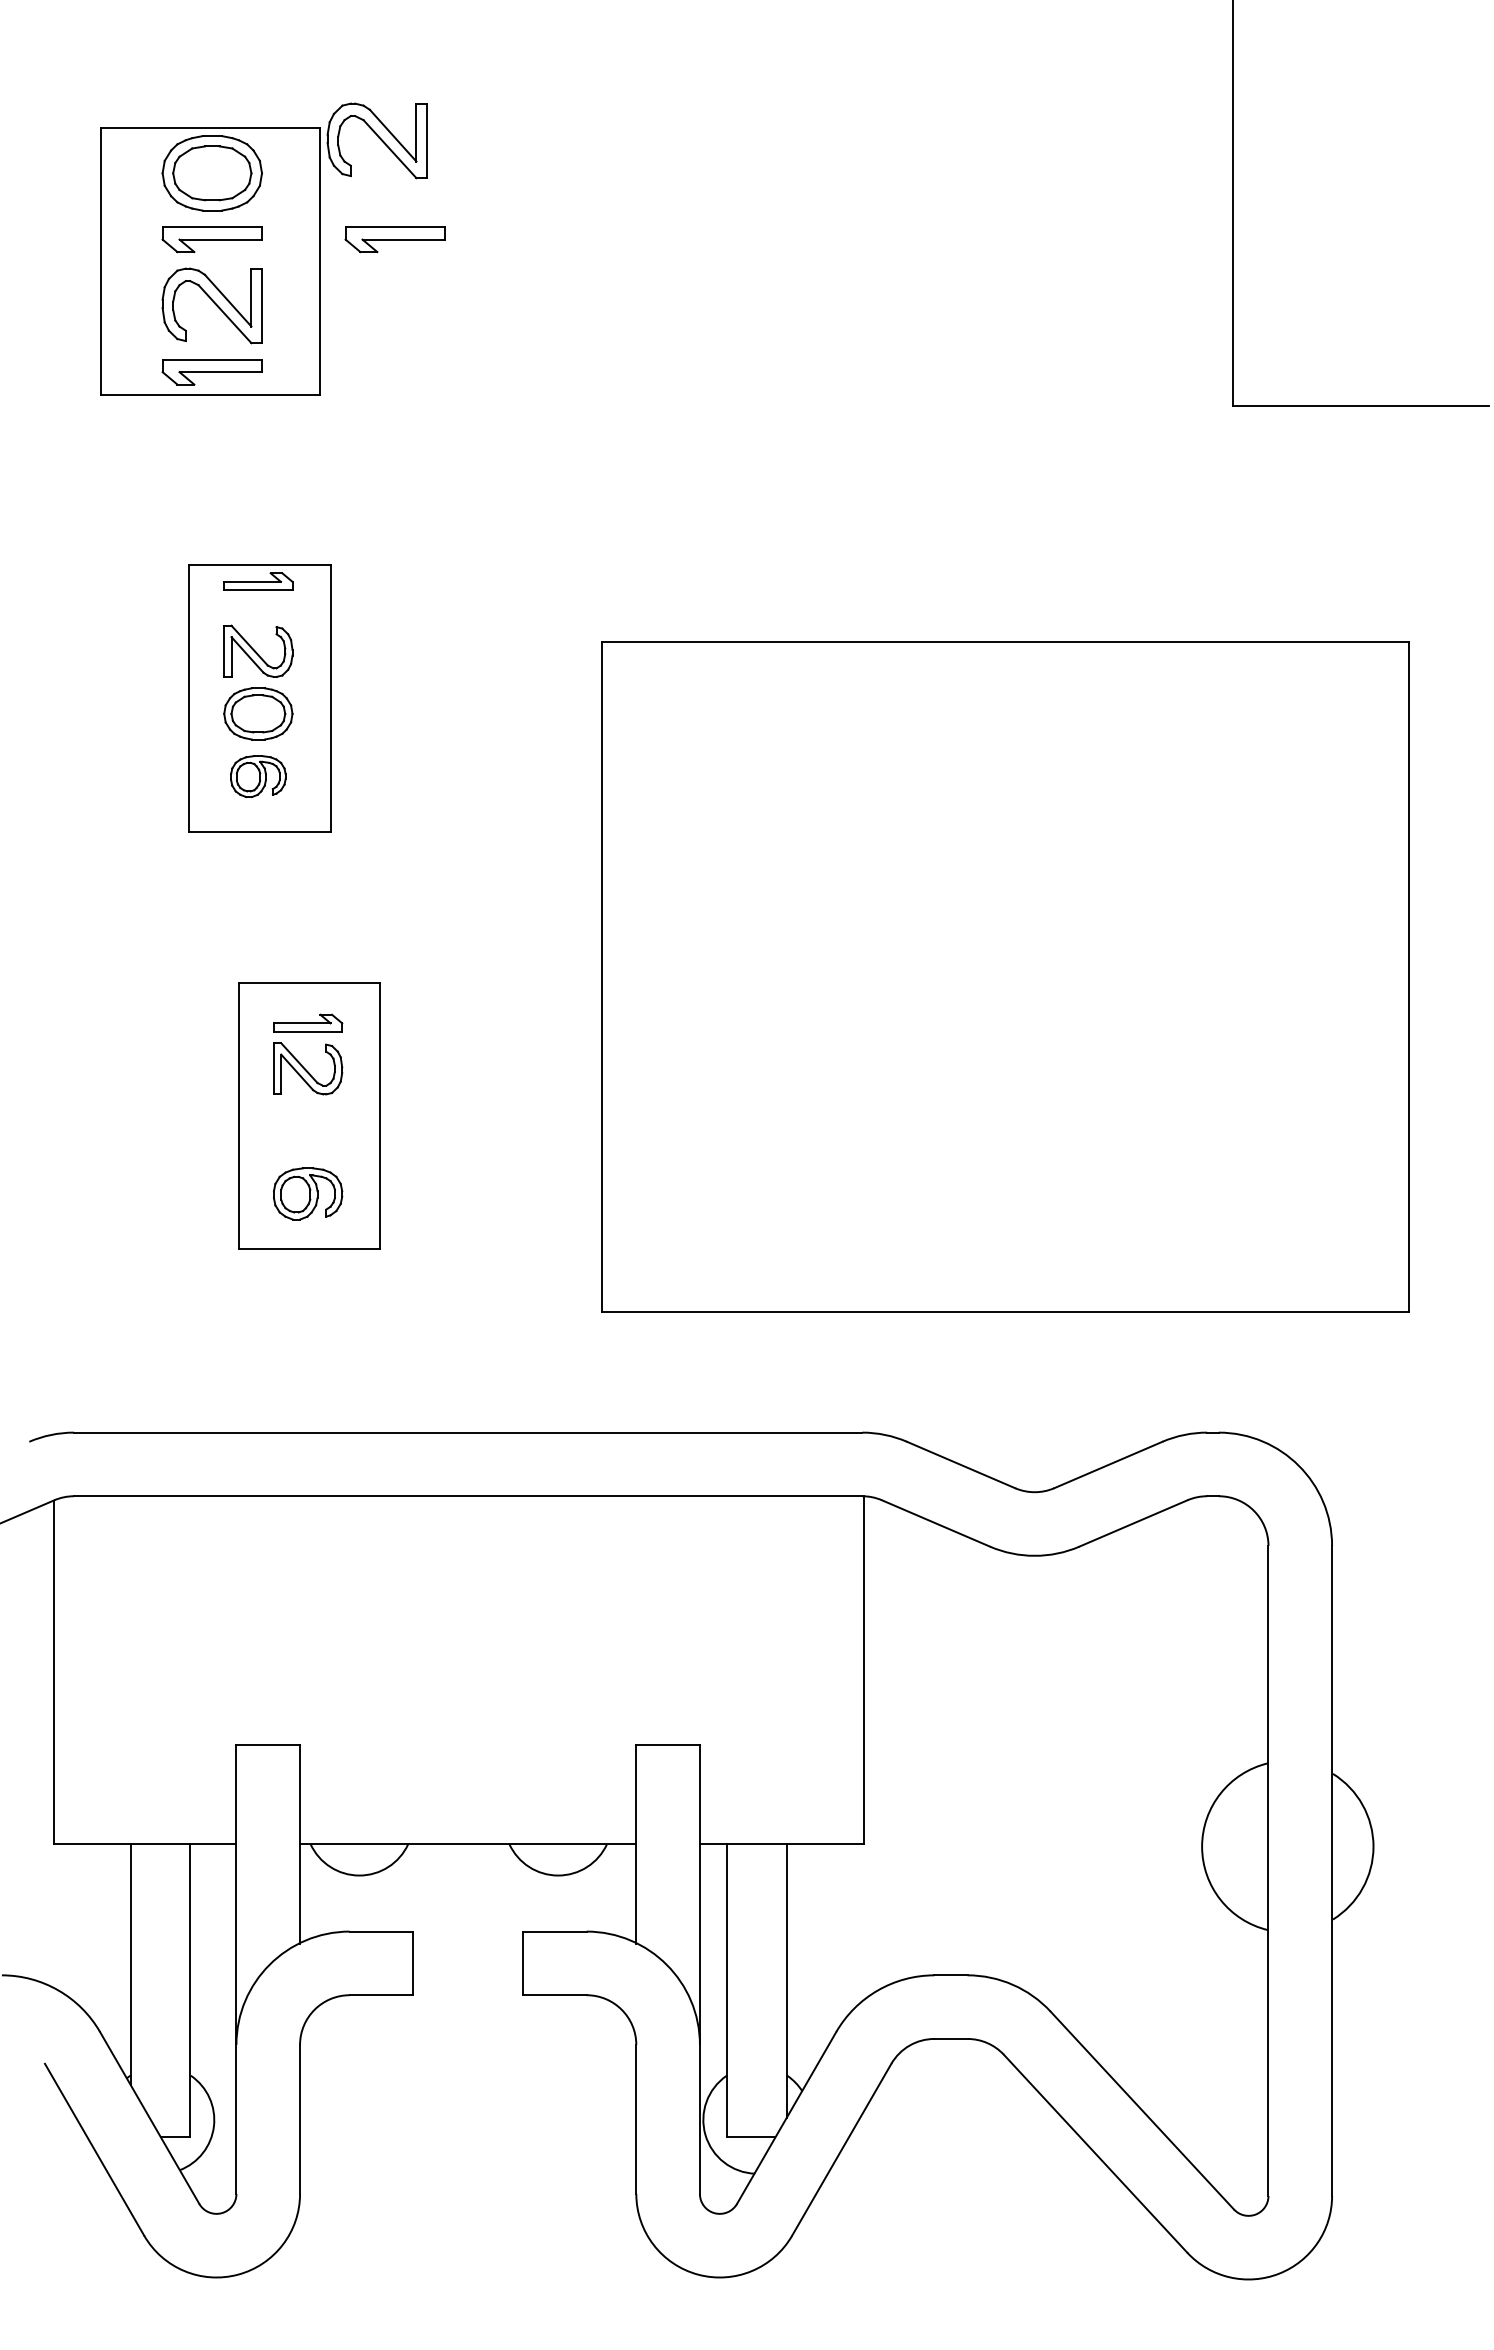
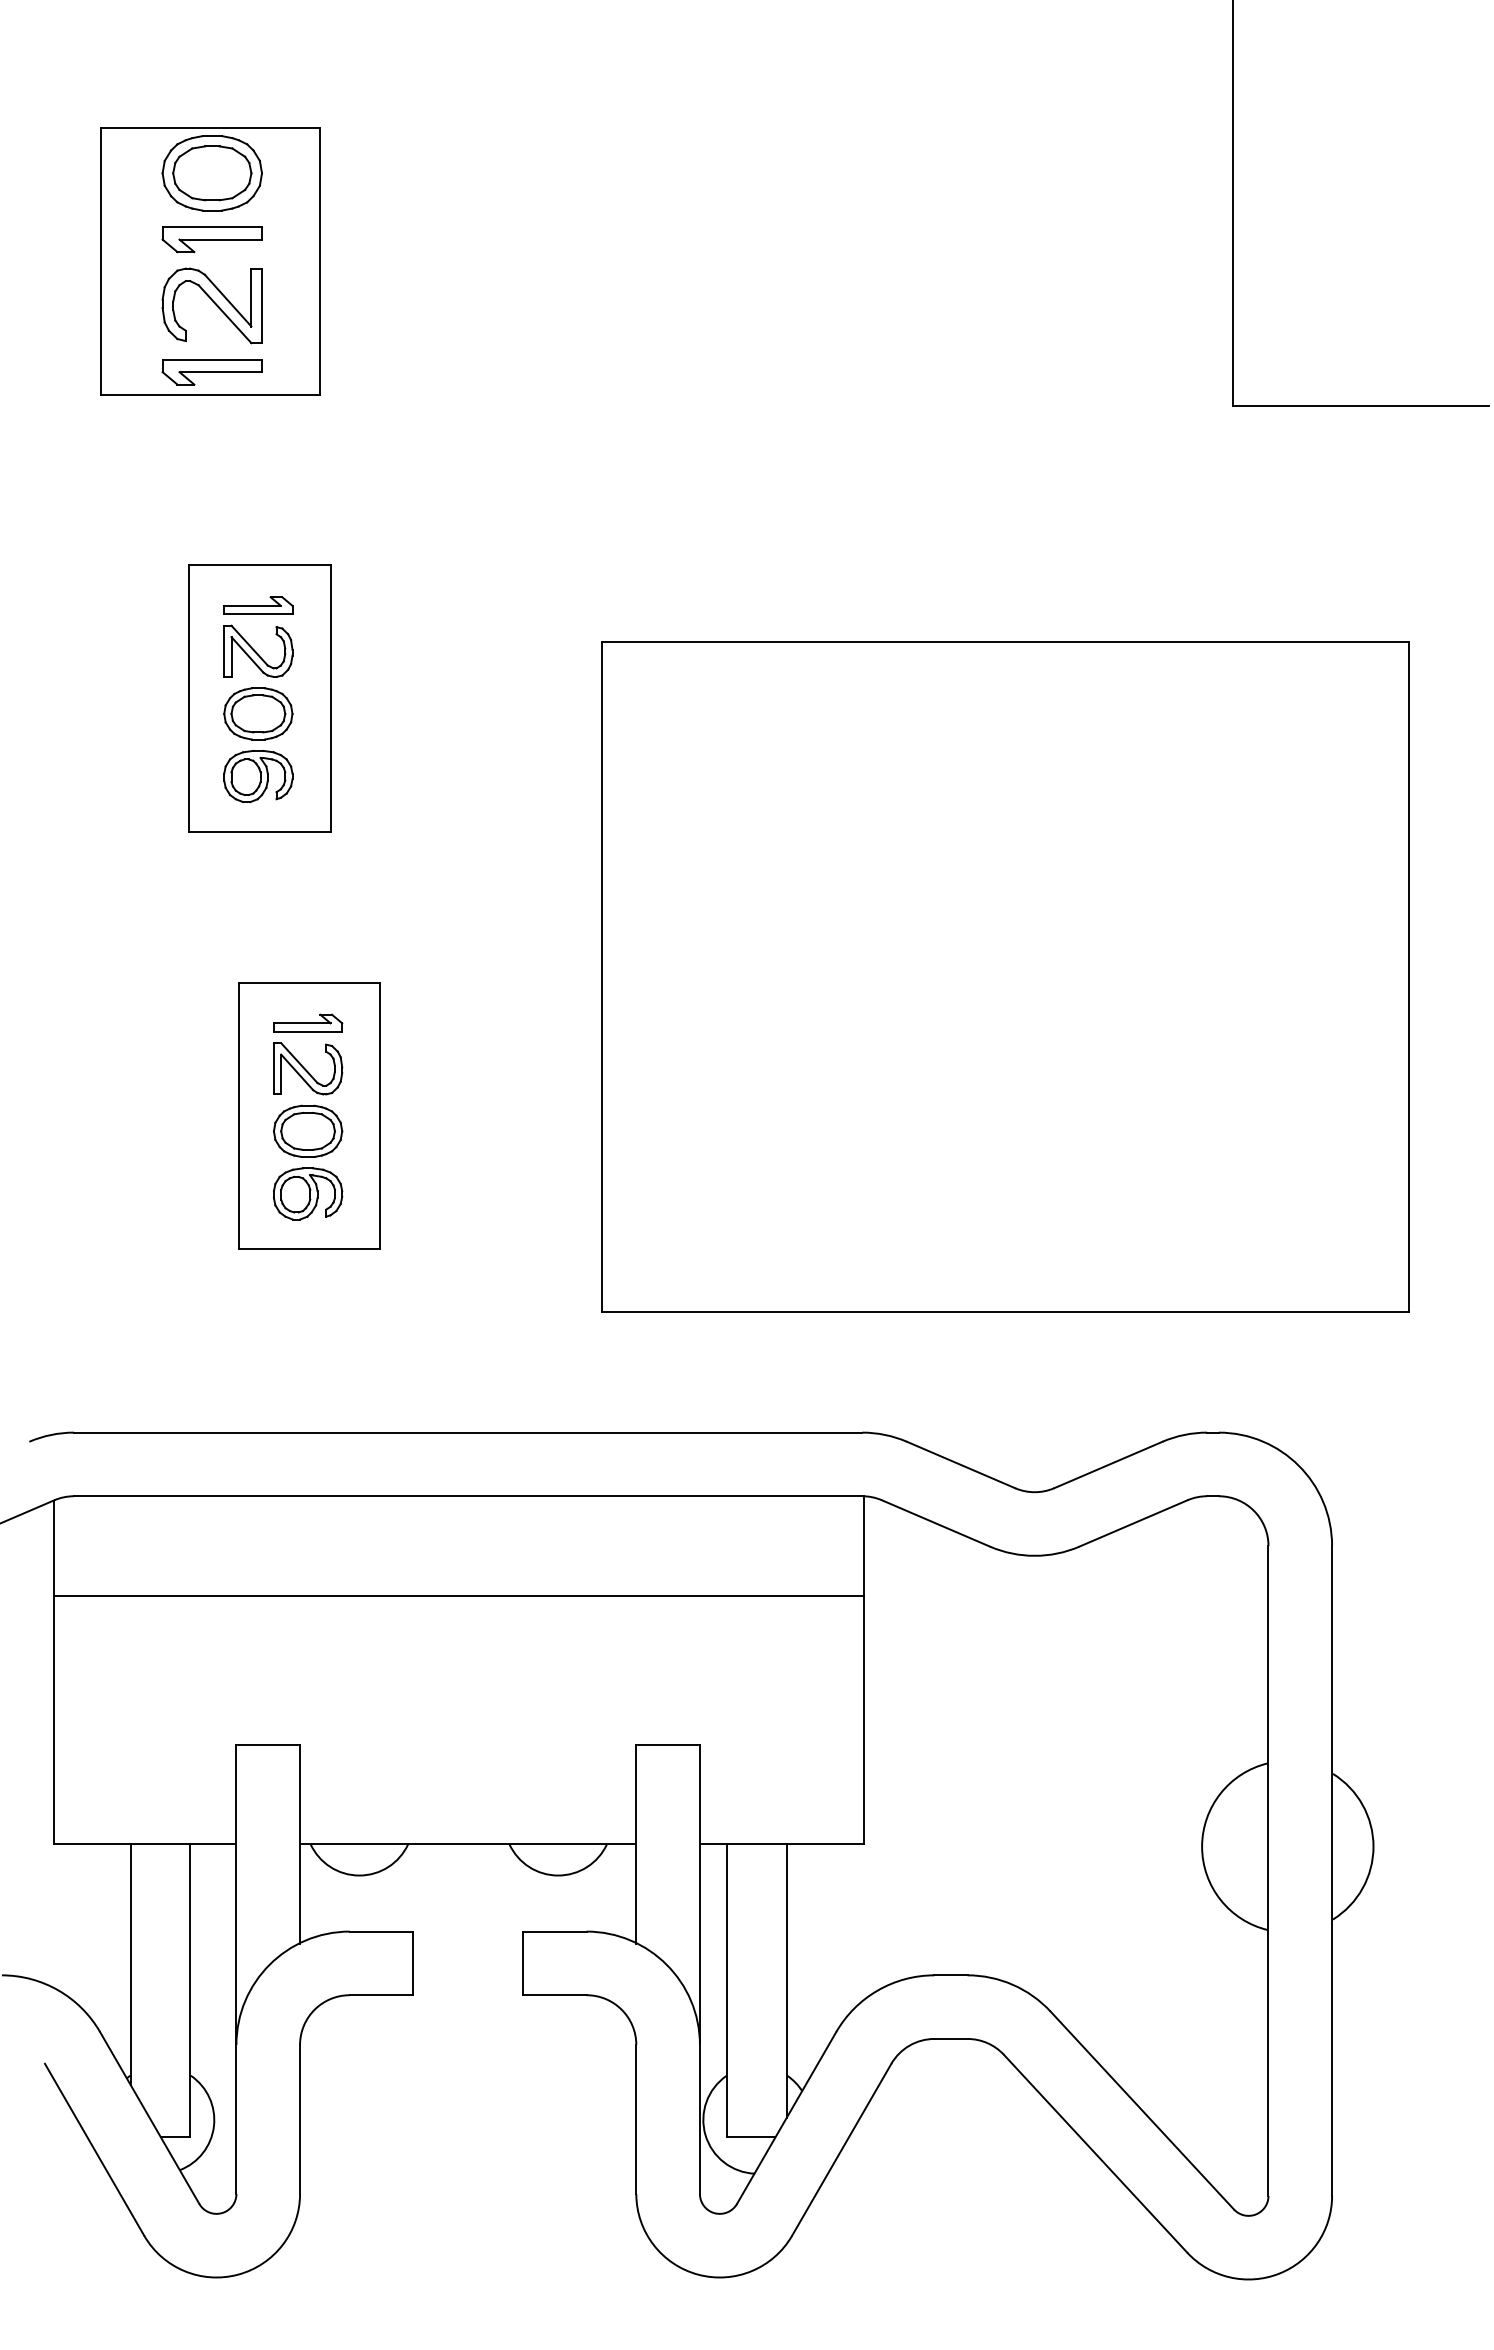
part at (376, 140): present -> none
part at (394, 239): present -> none
part at (258, 581) position: (258, 581) -> (258, 605)
part at (258, 776) size: 57x44 px -> 71x54 px
part at (308, 1130): none -> present
line at (458, 1595): none -> present
